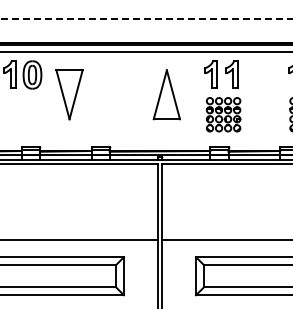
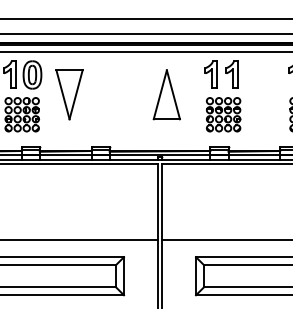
line at (145, 18): dashed -> solid
line at (145, 33): none -> present
part at (21, 114): none -> present
